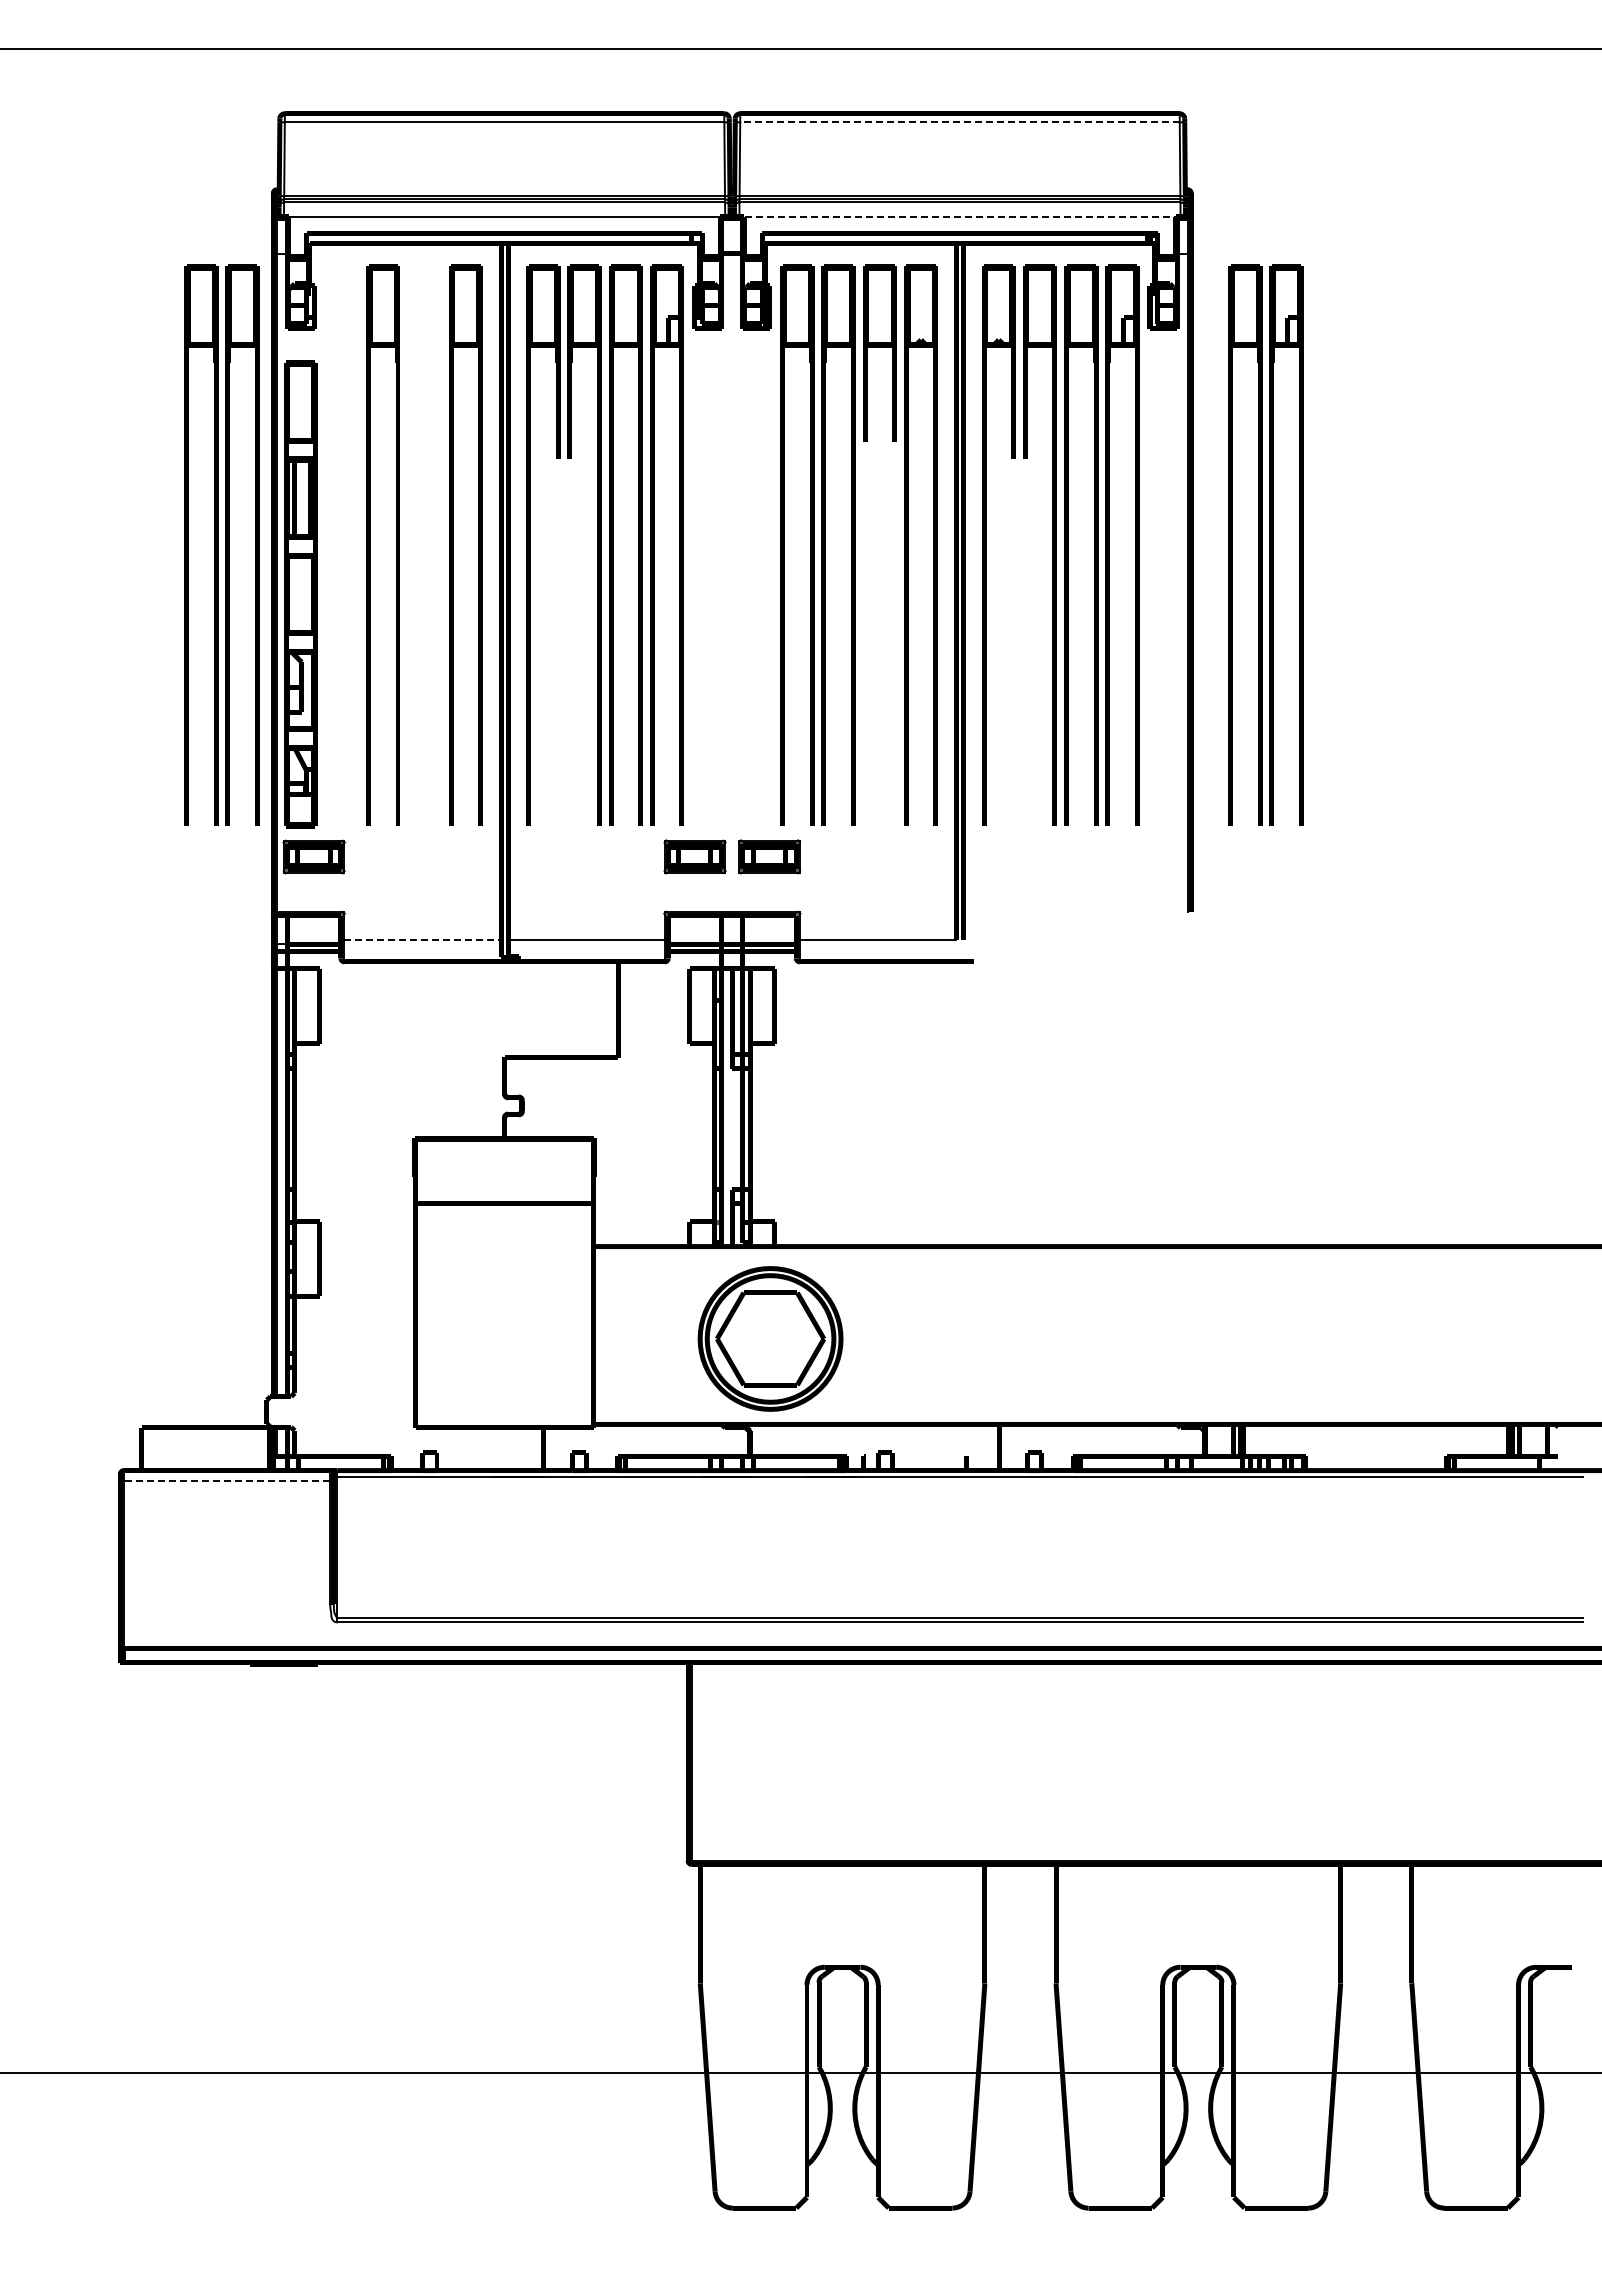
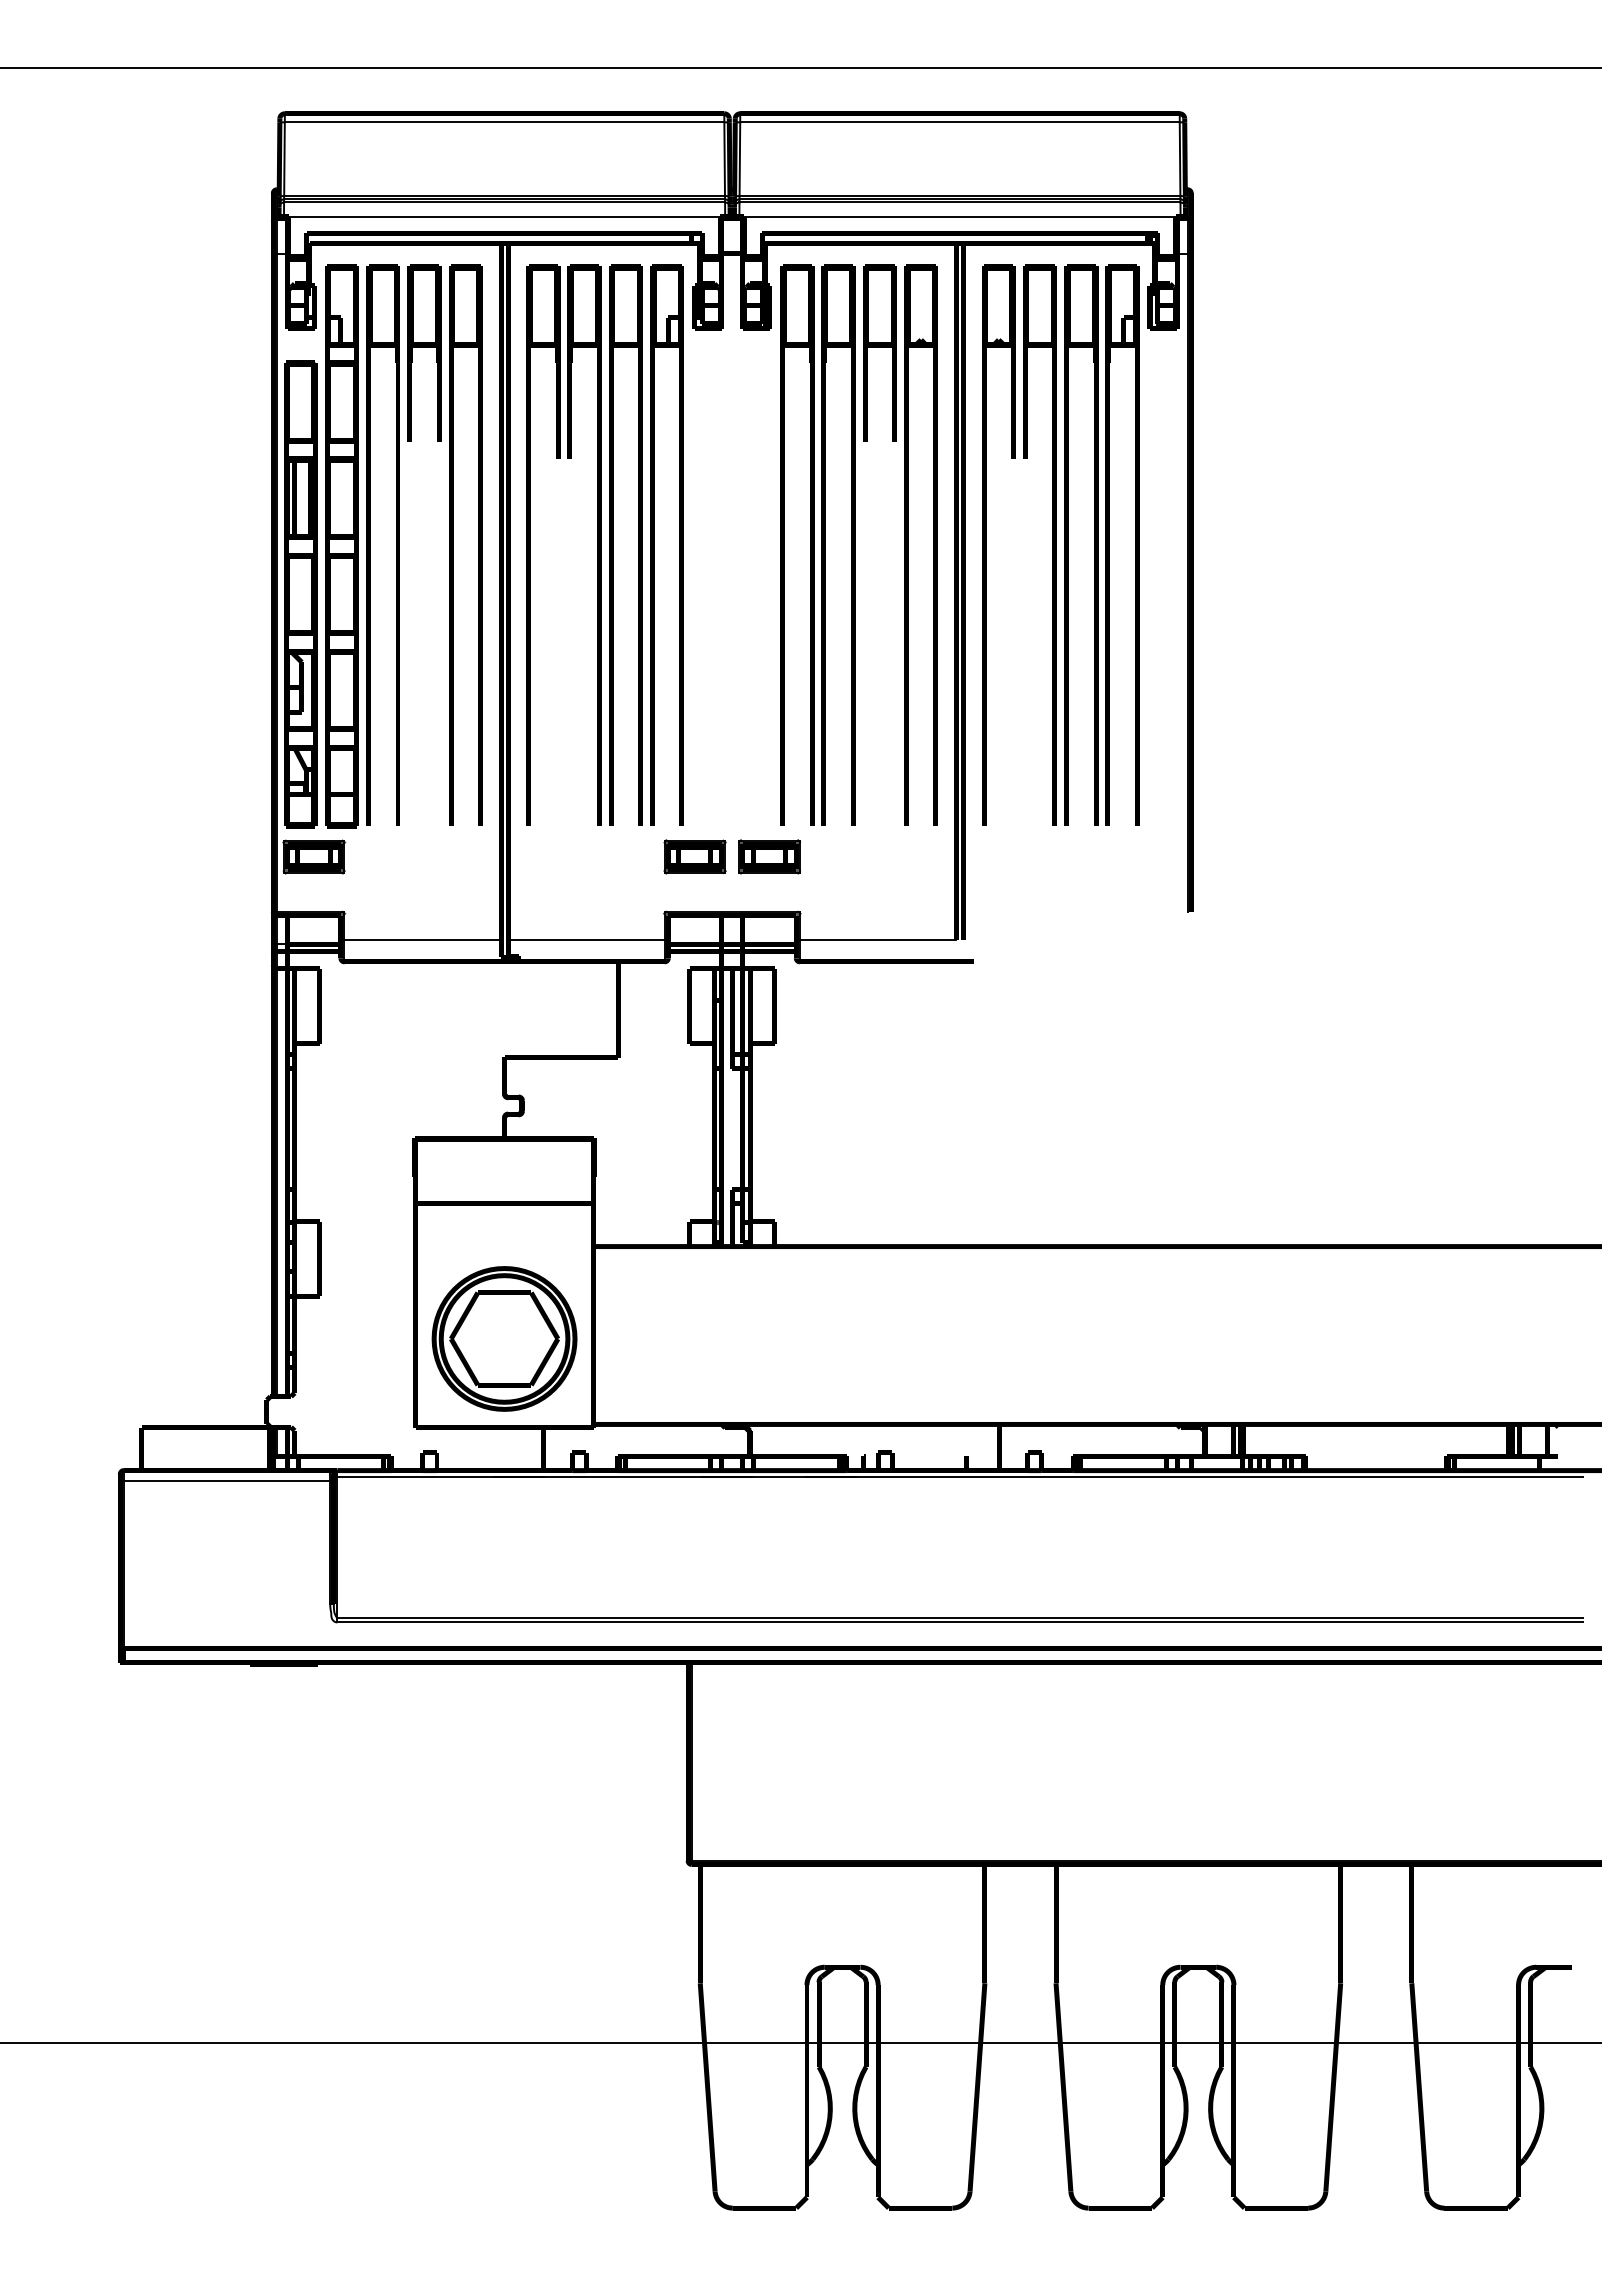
line at (800, 49) position: (800, 49) -> (800, 68)
line at (959, 122): dashed -> solid
line at (959, 216): dashed -> solid
part at (424, 352): none -> present
part at (221, 544): present -> none
part at (1265, 544): present -> none
part at (341, 546): none -> present
line at (423, 940): dashed -> solid
part at (770, 1338) position: (770, 1338) -> (504, 1338)
line at (226, 1481): dashed -> solid
line at (800, 2073) position: (800, 2073) -> (800, 2043)
